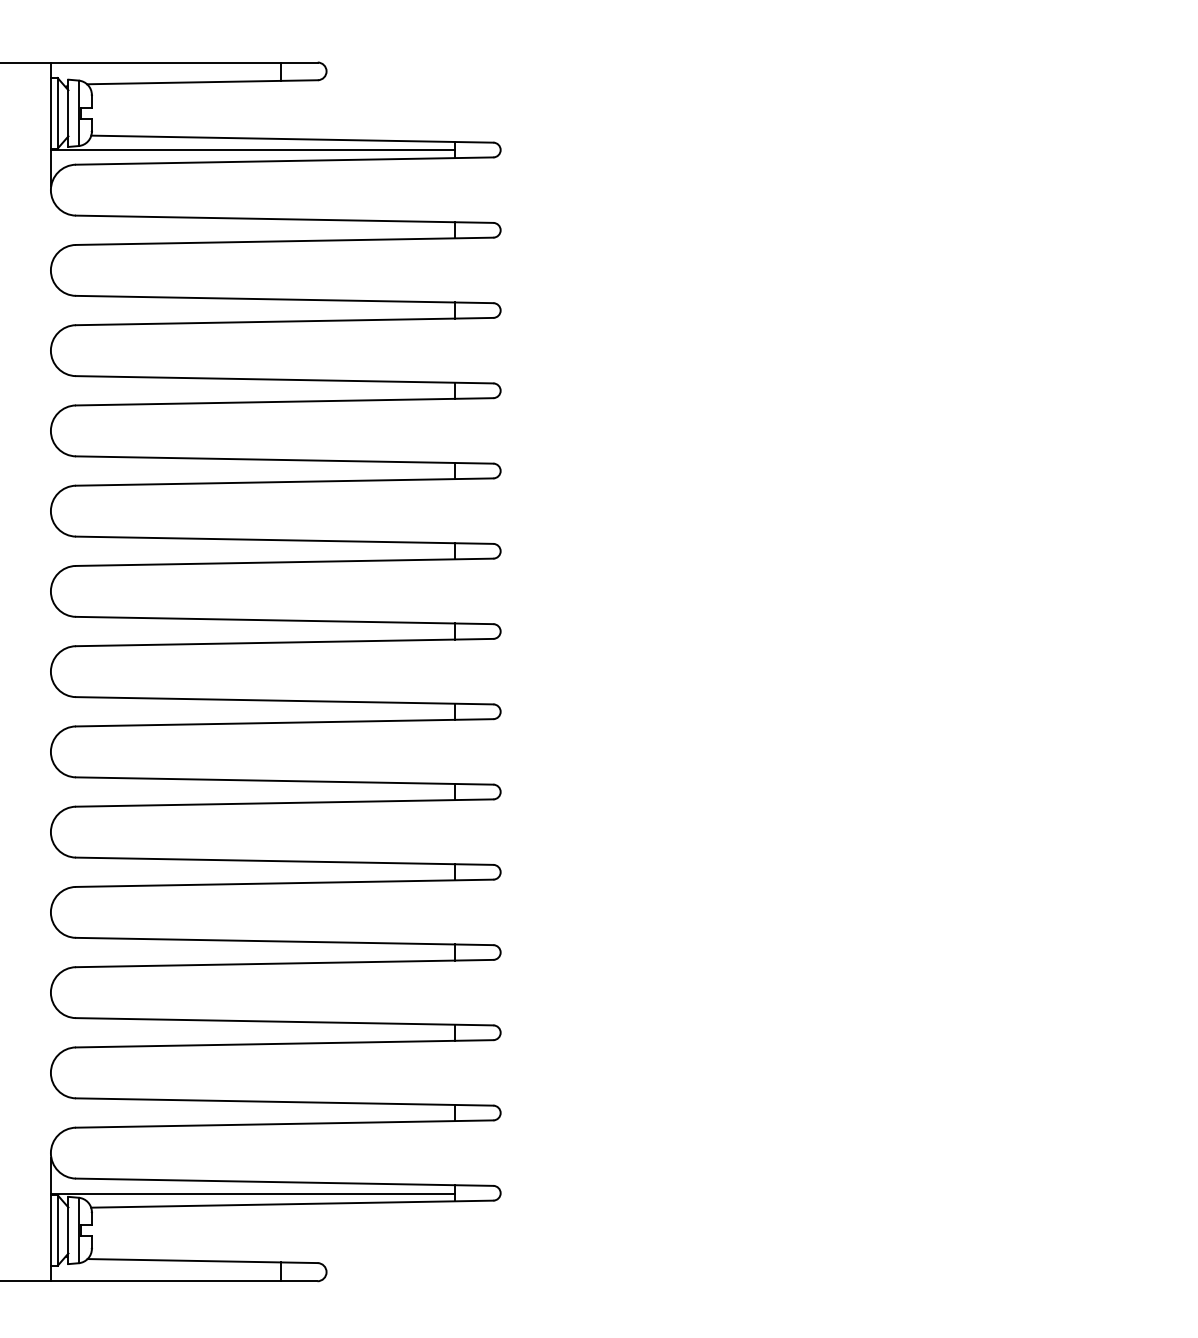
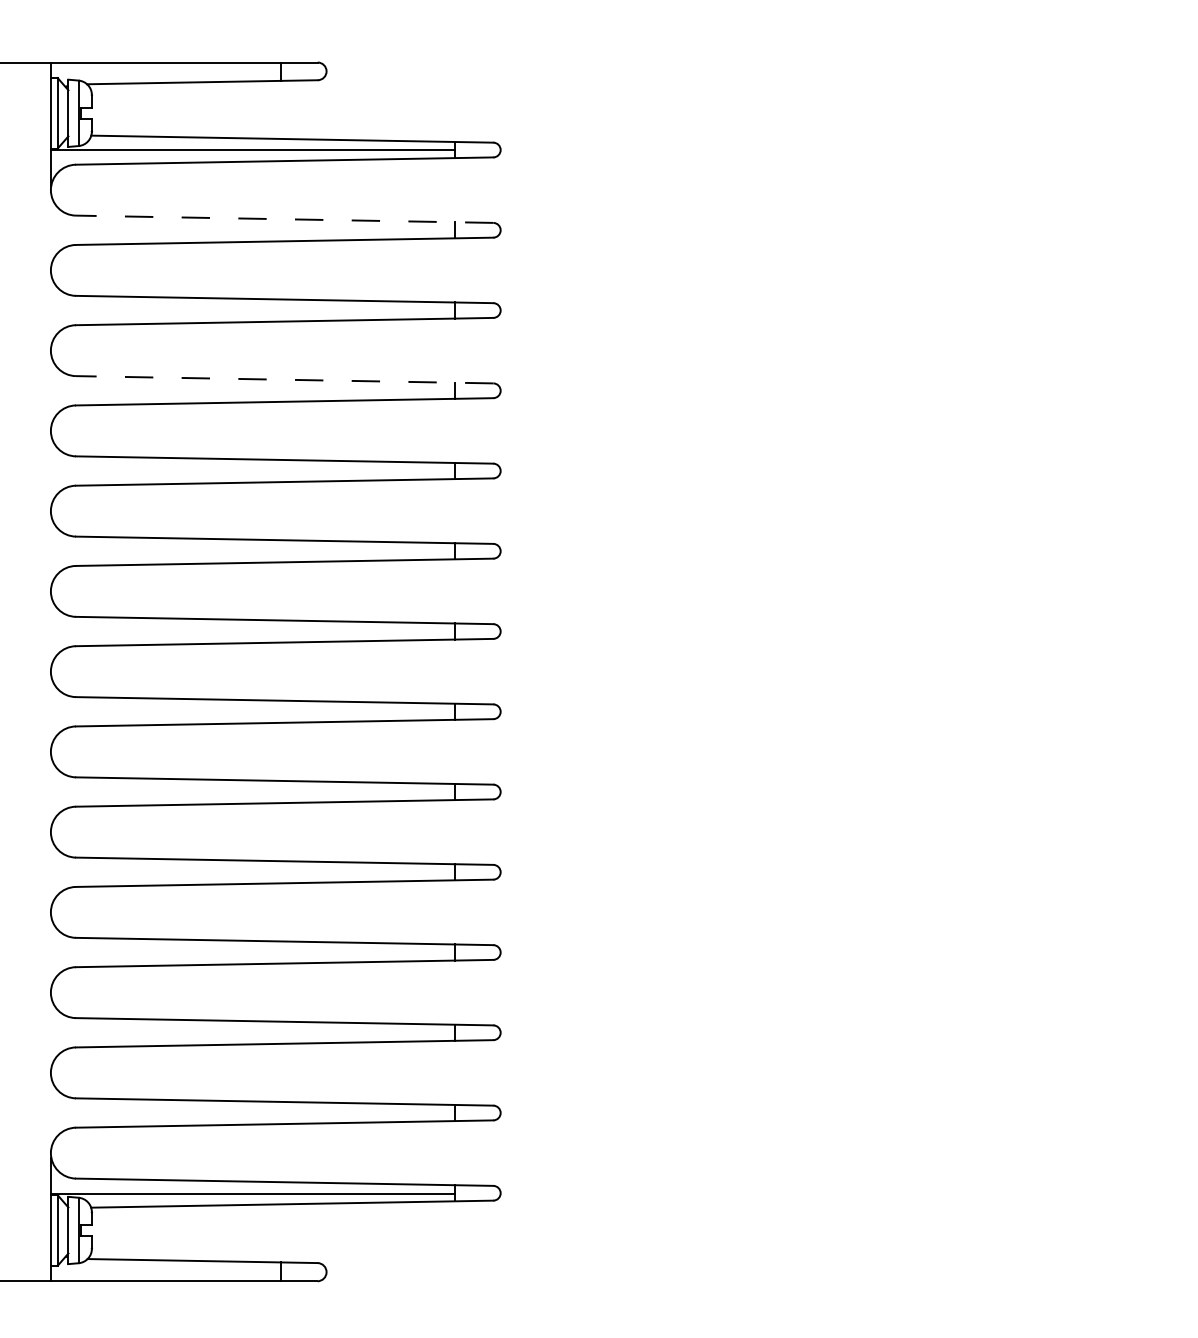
line at (284, 219): solid -> dashed
line at (284, 379): solid -> dashed
